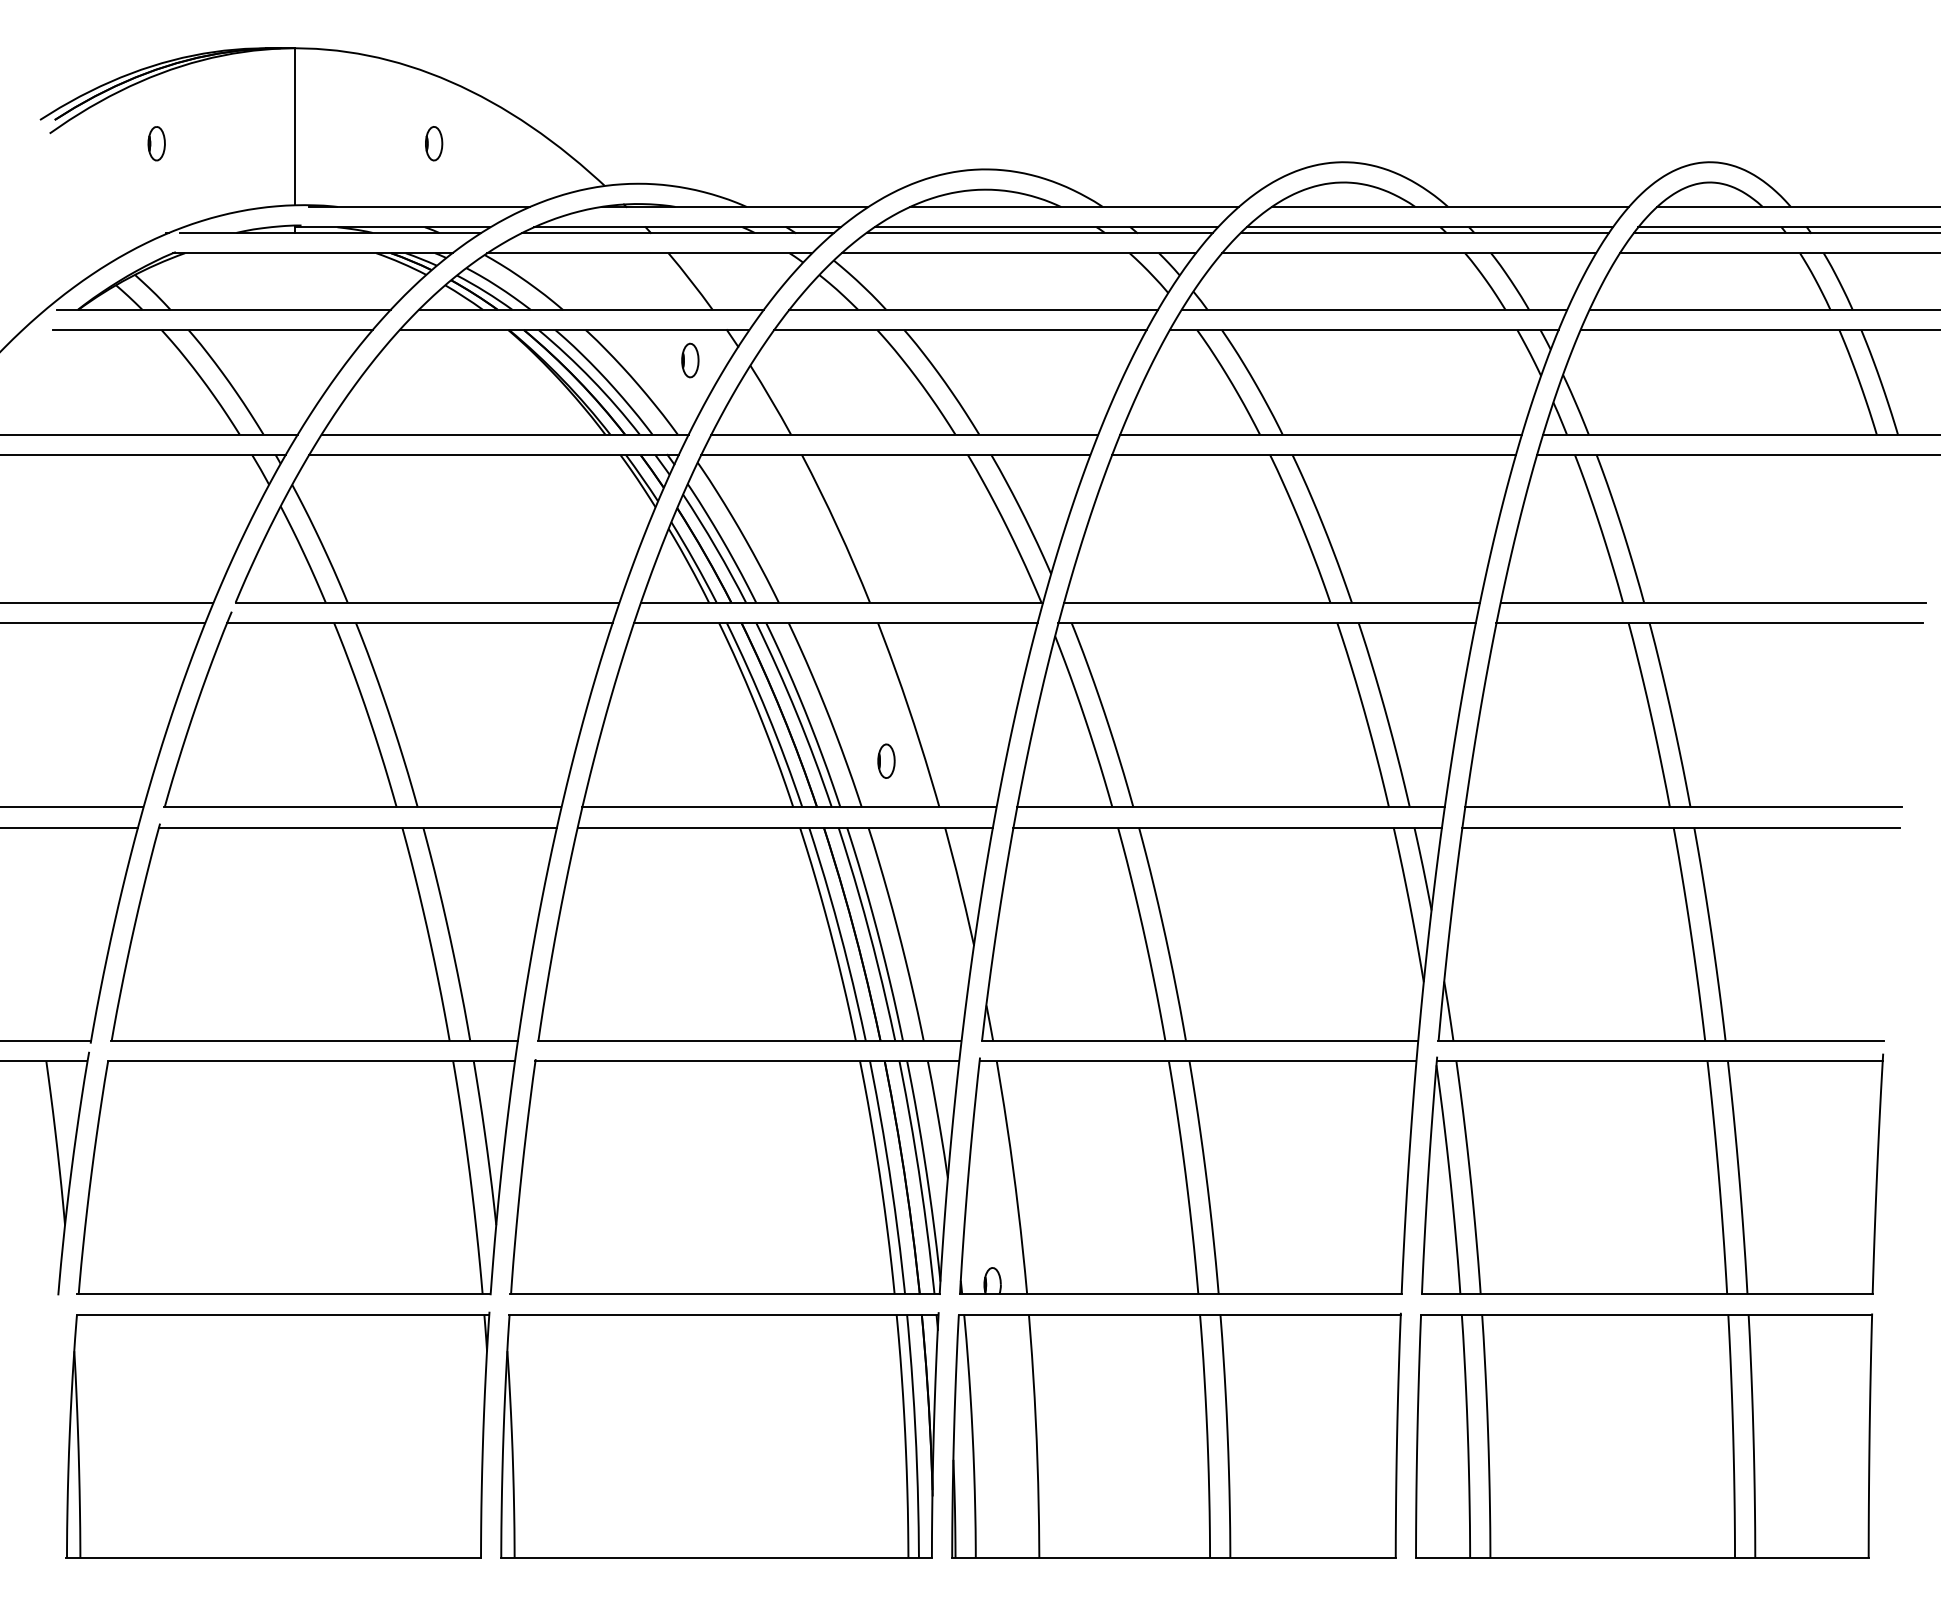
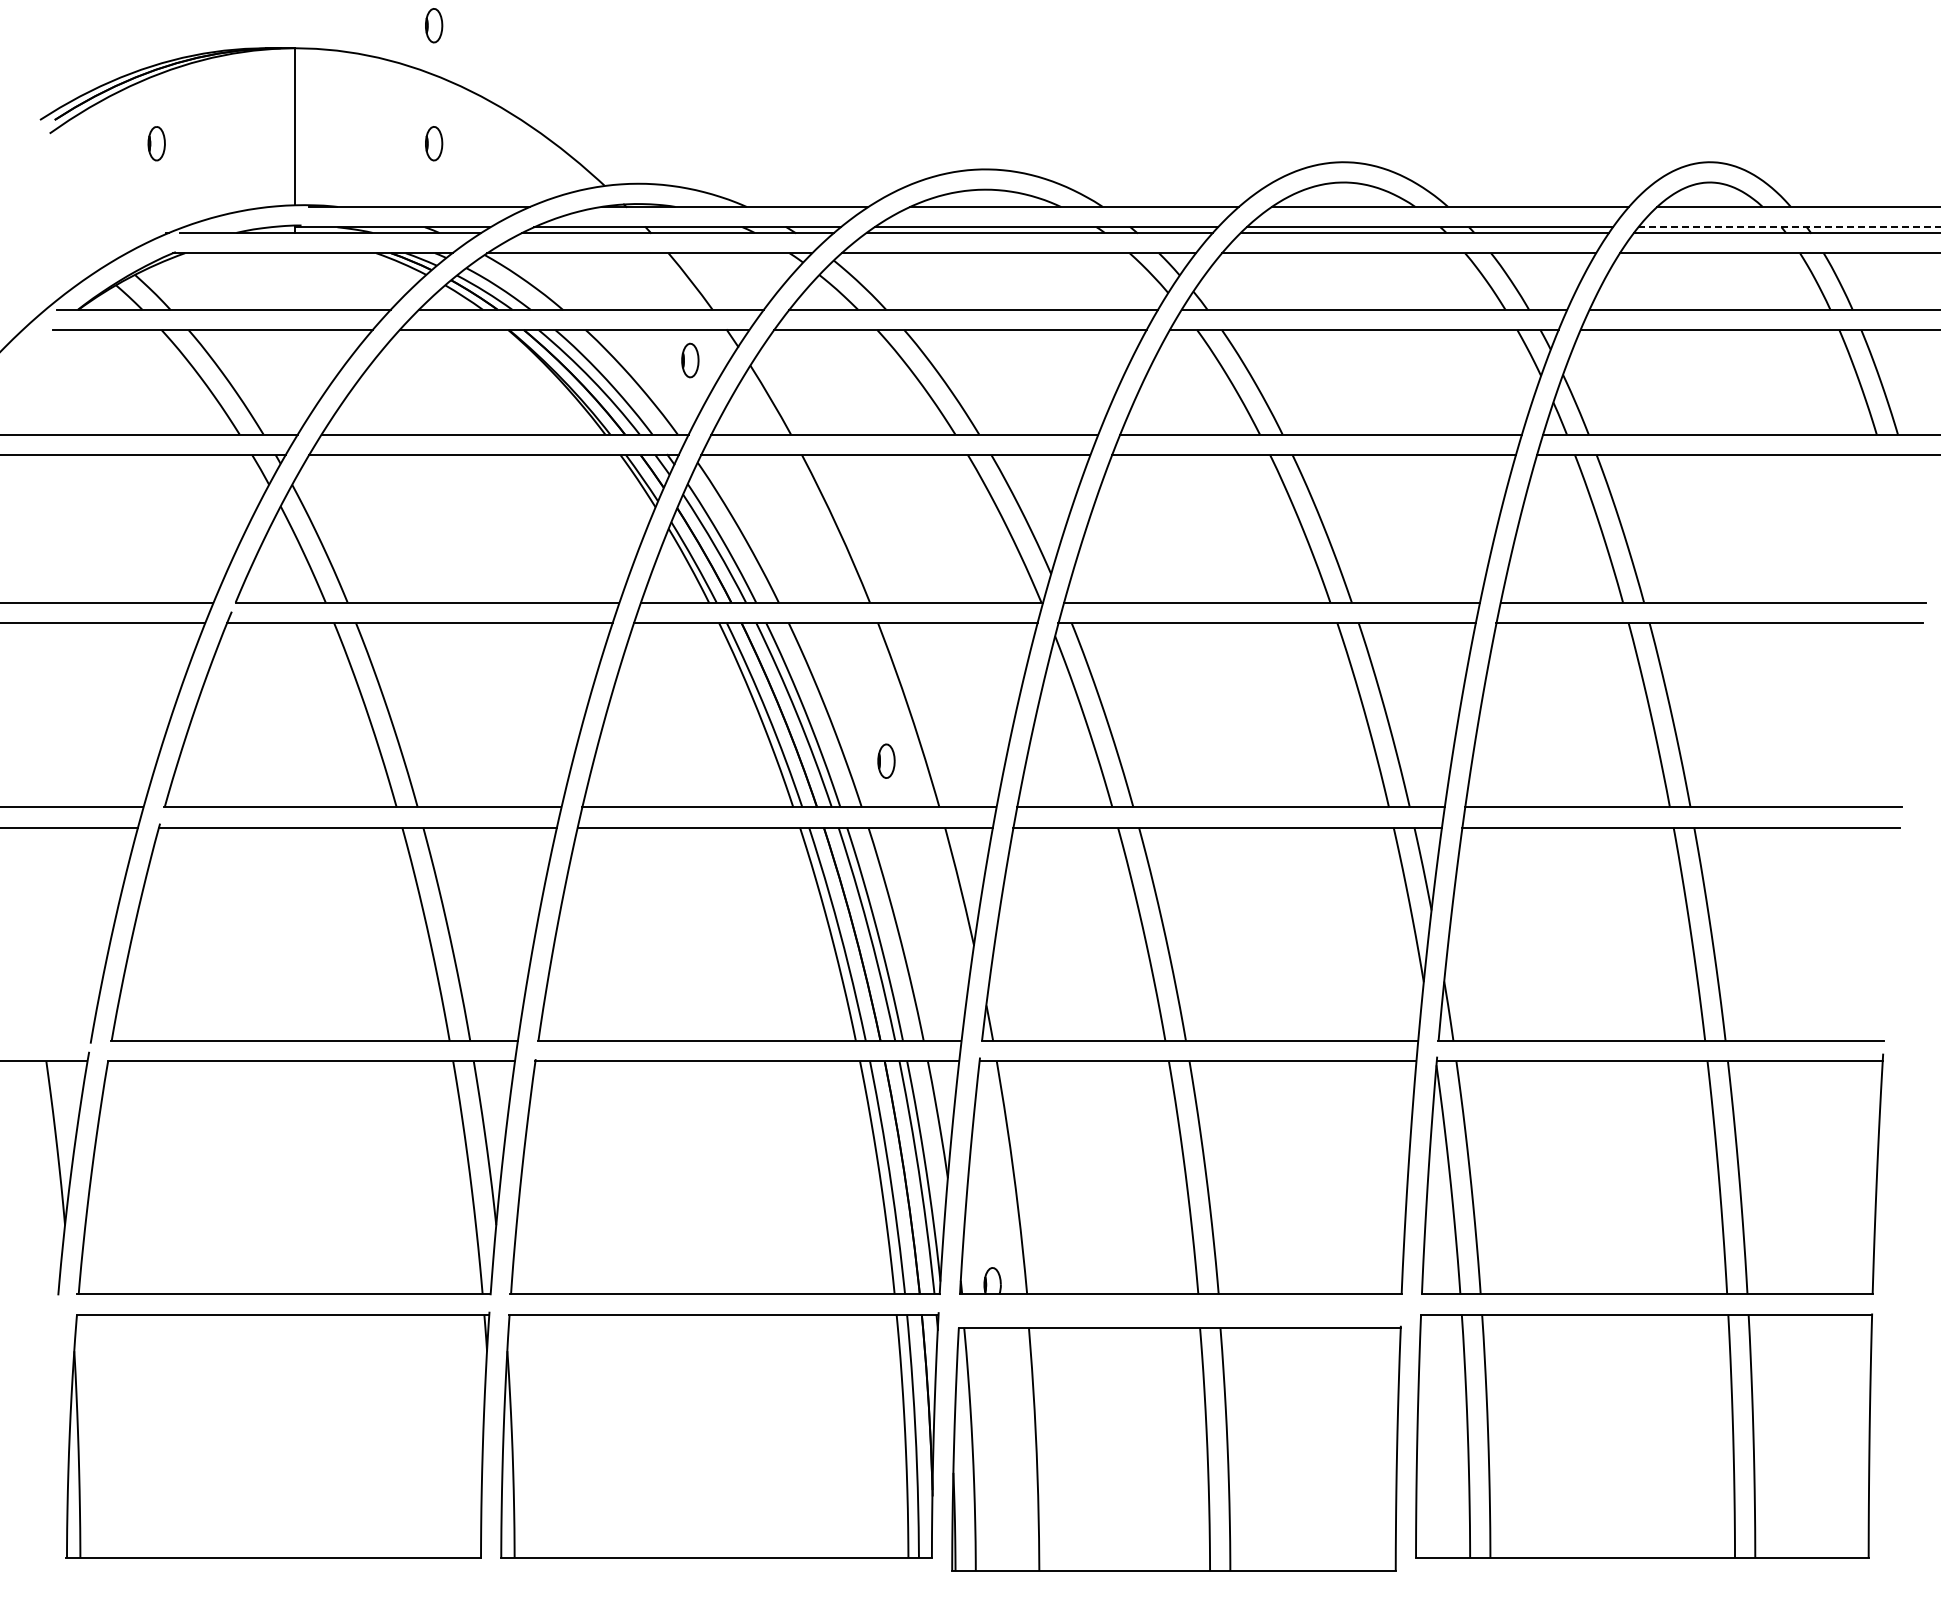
part at (434, 25): none -> present
line at (1789, 227): solid -> dashed
line at (46, 1040): present -> none
part at (1176, 1435) position: (1176, 1435) -> (1176, 1448)
